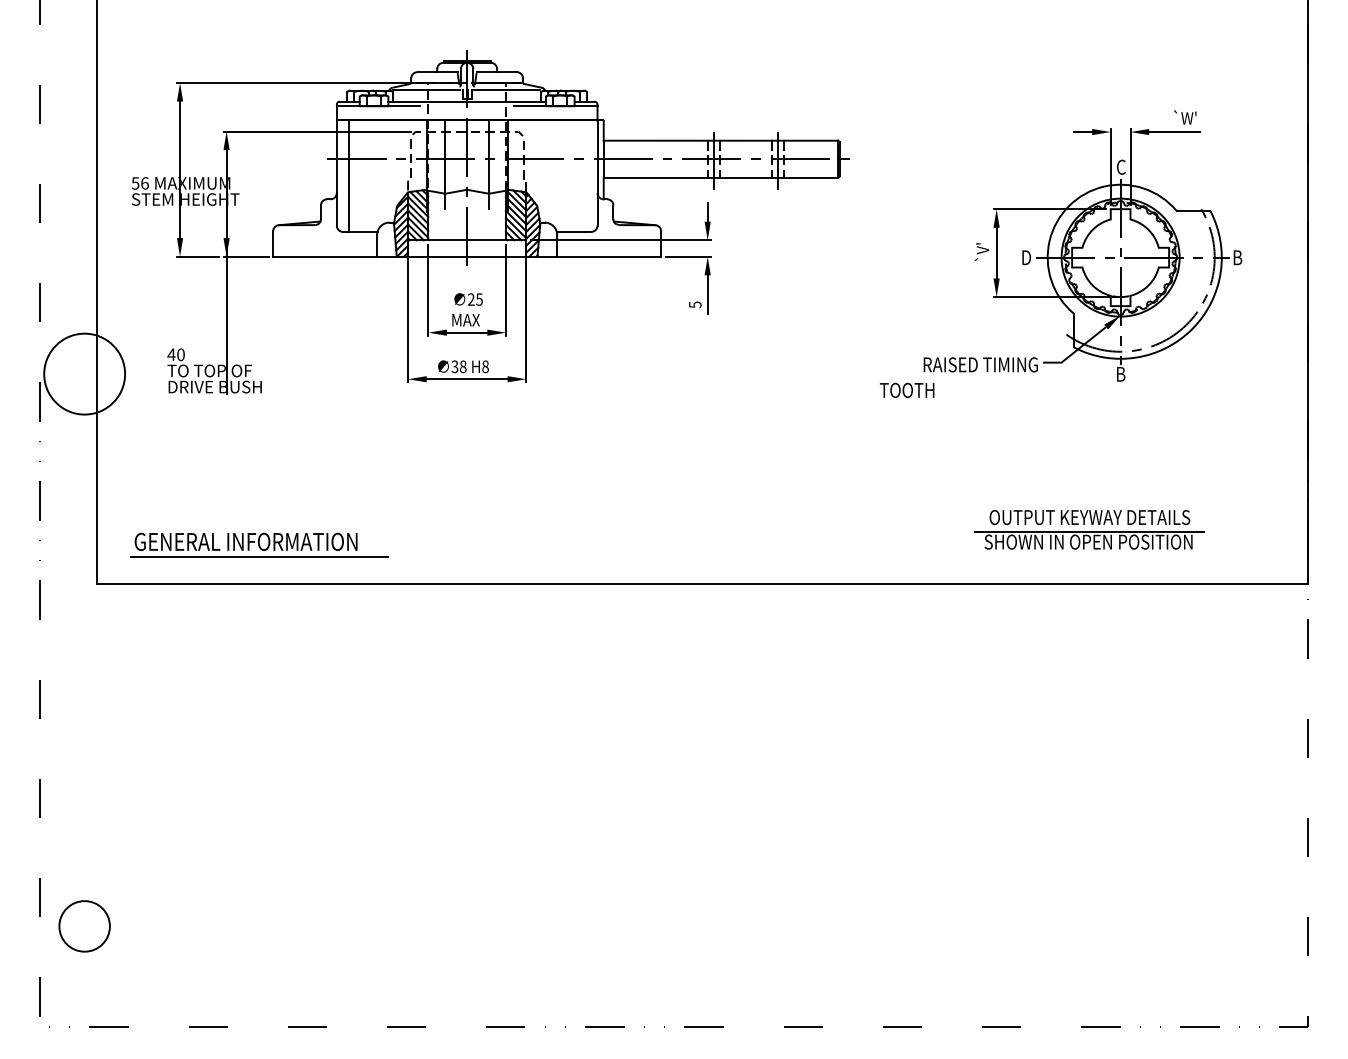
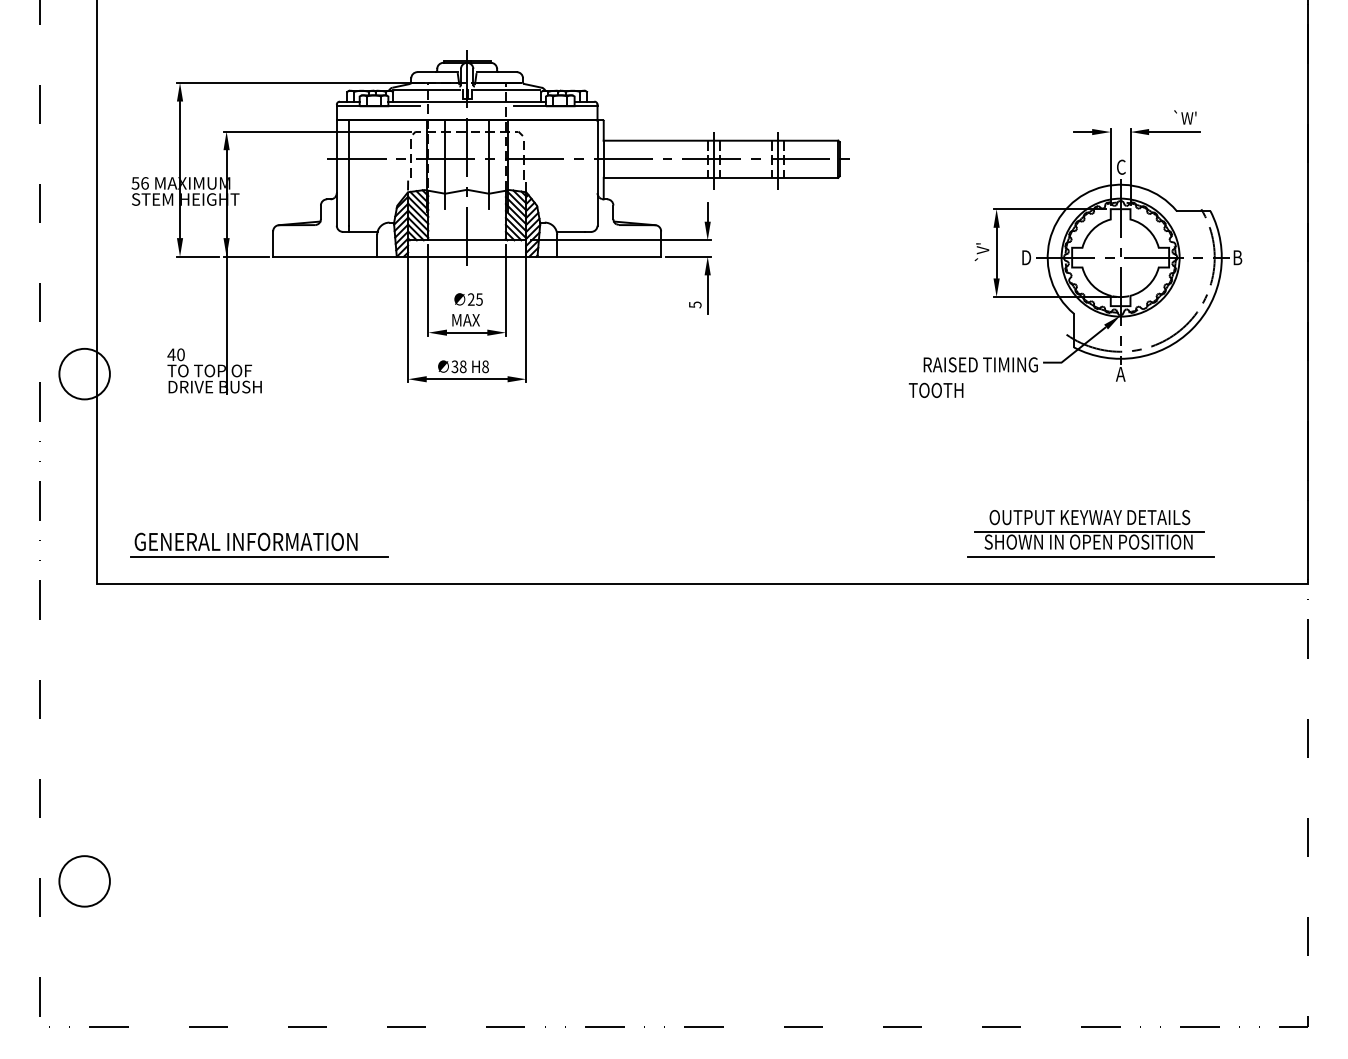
circle at (84, 373) diameter: 81 px -> 51 px
text at (1120, 374): B -> A
text at (906, 389) position: (906, 389) -> (935, 389)
line at (1090, 557): none -> present
circle at (84, 926) position: (84, 926) -> (84, 881)
